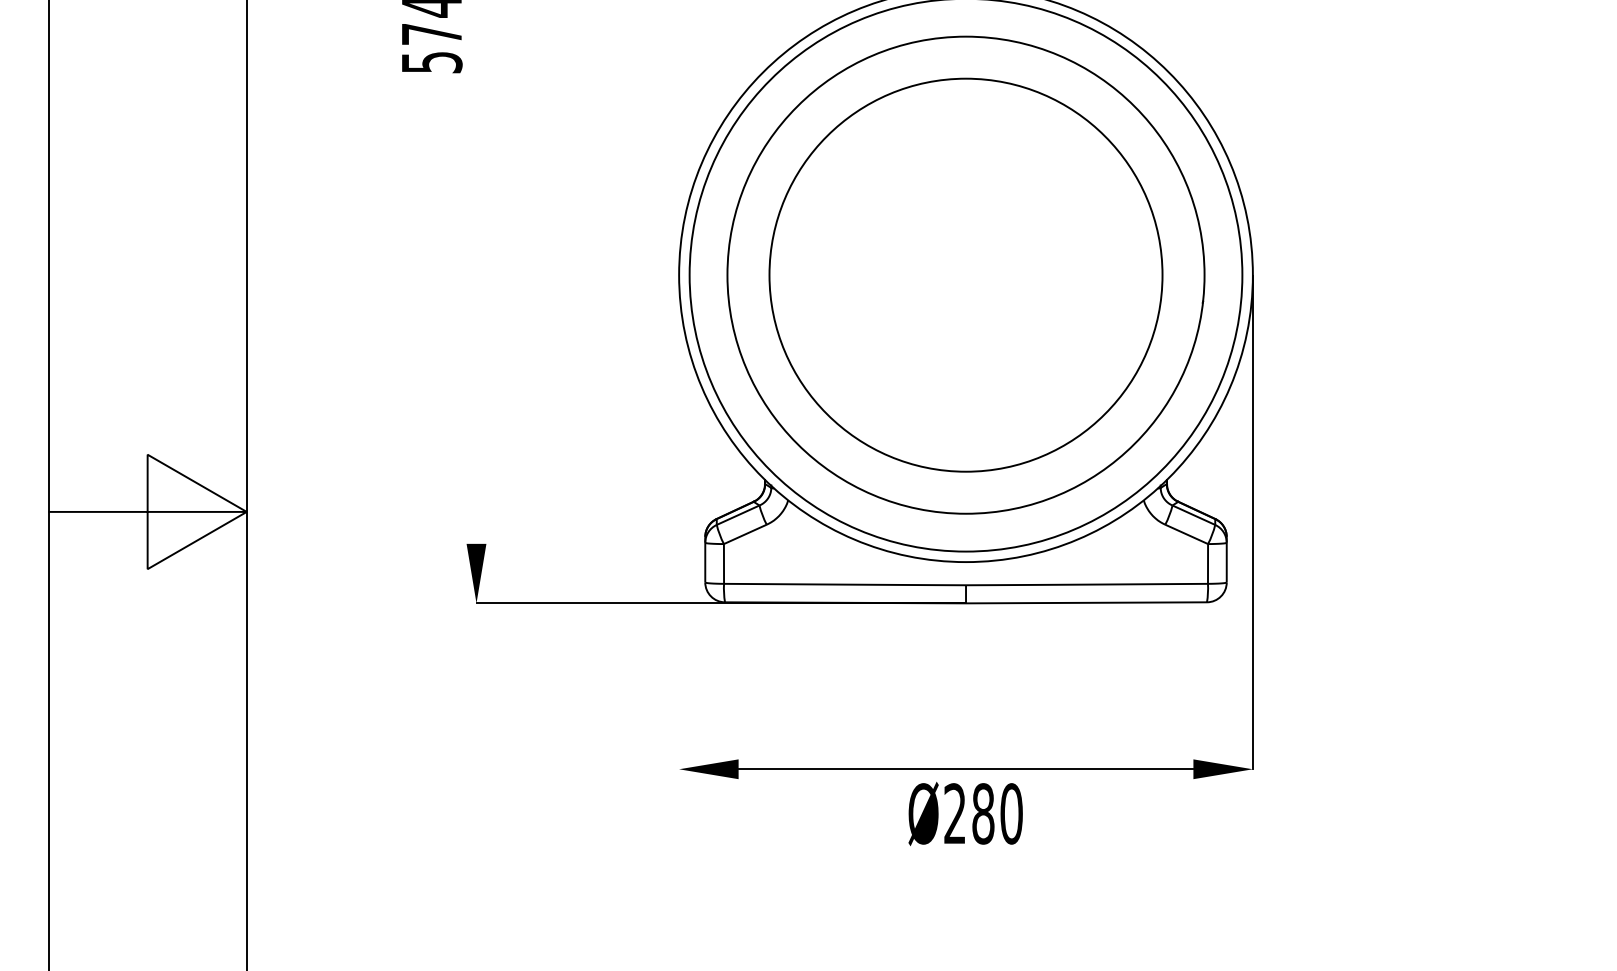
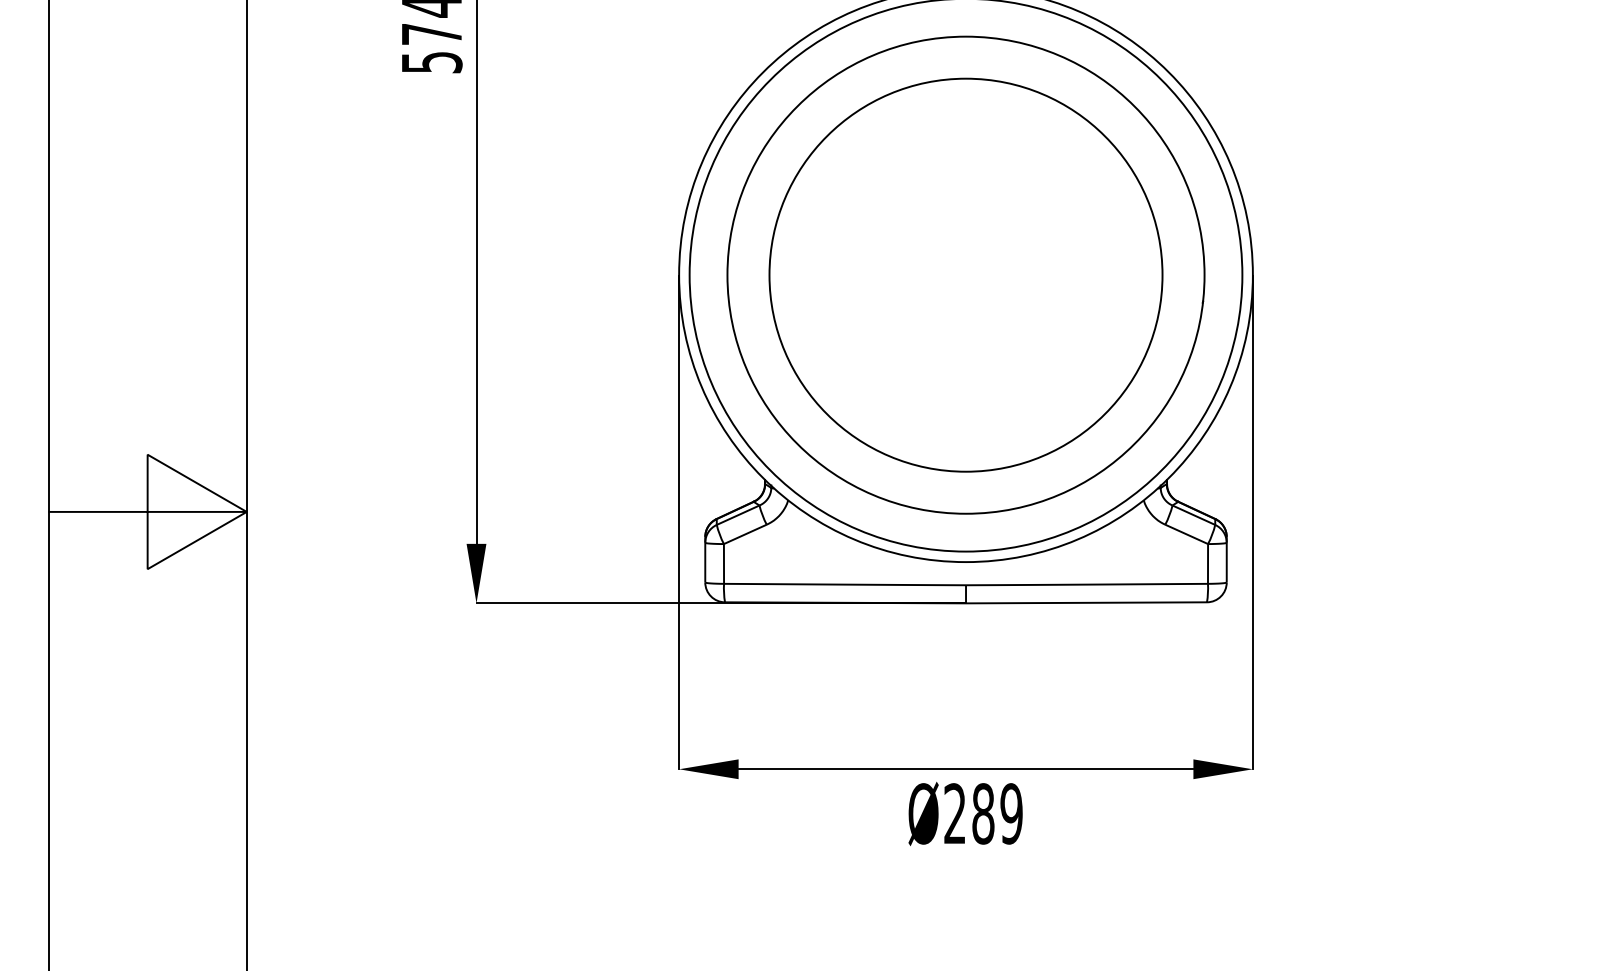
line at (476, 272): none -> present
line at (679, 522): none -> present
text at (1011, 813): Ø280 -> Ø289
